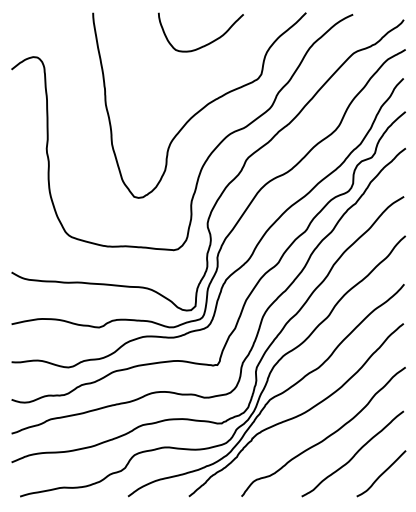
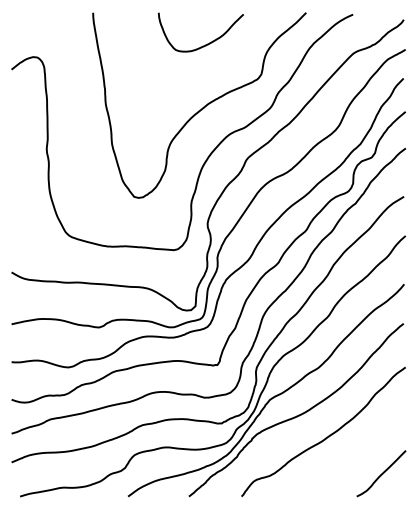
curve at (354, 453): present -> none
